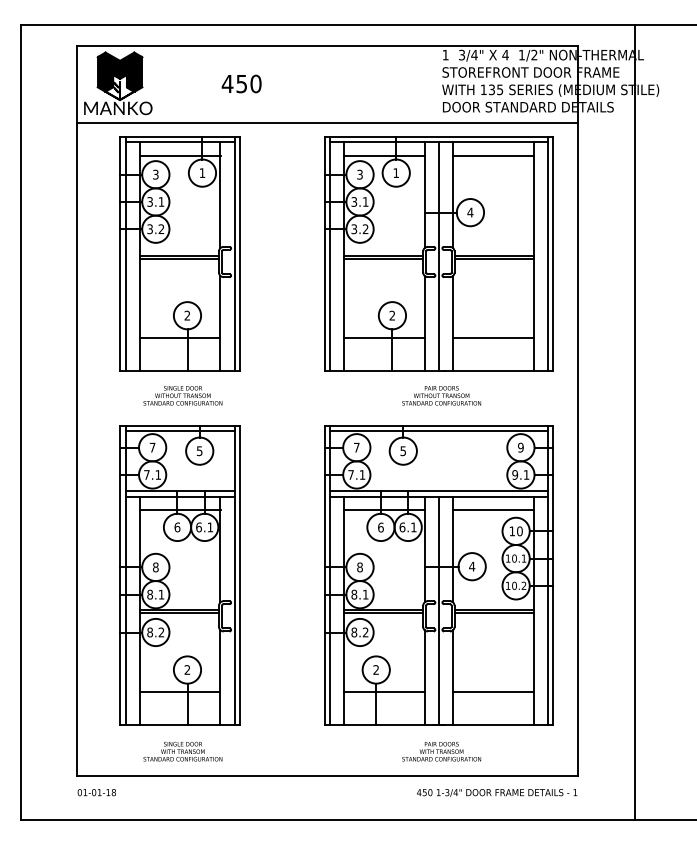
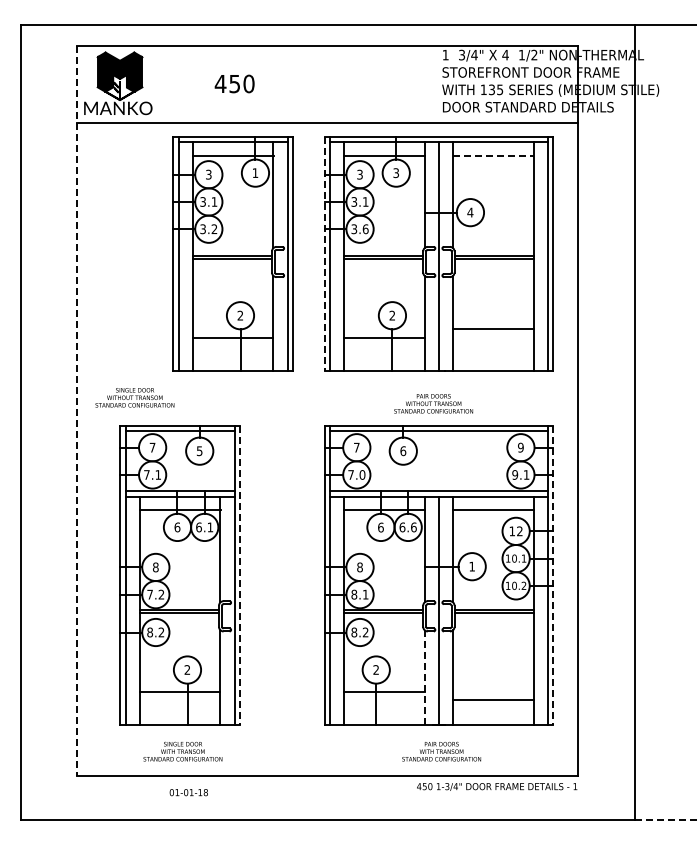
text at (241, 83) position: (241, 83) -> (234, 83)
line at (493, 156): solid -> dashed
text at (395, 173): 1 -> 3
text at (365, 229): 3.2 -> 3.6
part at (179, 253) position: (179, 253) -> (232, 253)
line at (324, 254): solid -> dashed
line at (493, 338) position: (493, 338) -> (493, 329)
text at (182, 395) position: (182, 395) -> (134, 397)
text at (441, 395) position: (441, 395) -> (433, 403)
line at (77, 411): solid -> dashed
text at (403, 451): 5 -> 6
text at (362, 474): 7.1 -> 7.0
text at (413, 527): 6.1 -> 6.6
text at (519, 531): 10 -> 12
text at (472, 566): 4 -> 1
line at (239, 575): solid -> dashed
line at (553, 575): solid -> dashed
text at (155, 594): 8.1 -> 7.2
line at (424, 677): solid -> dashed
line at (493, 692) position: (493, 692) -> (493, 700)
text at (96, 792) position: (96, 792) -> (188, 792)
text at (497, 792) position: (497, 792) -> (497, 786)
line at (665, 819): solid -> dashed
